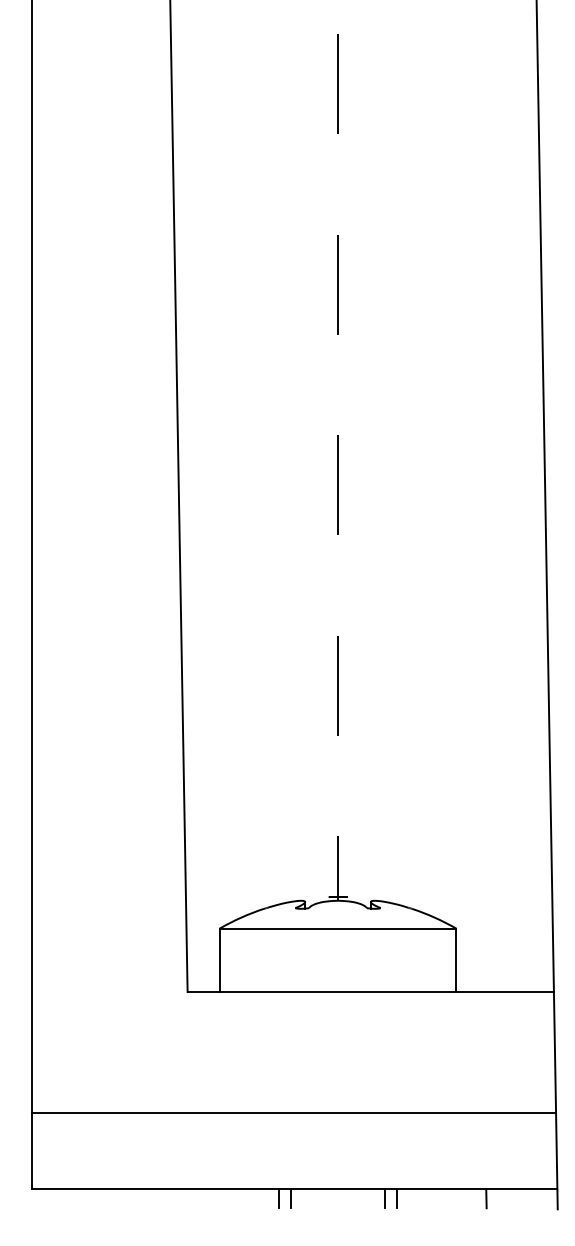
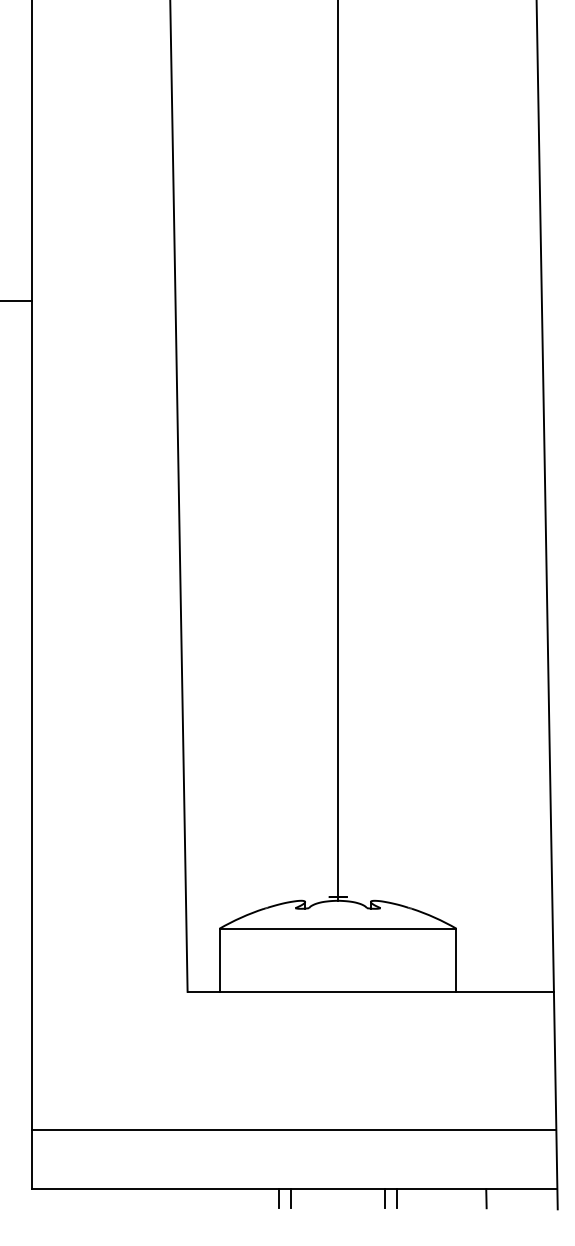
line at (17, 300): none -> present
line at (338, 450): dashed -> solid
line at (294, 1113) position: (294, 1113) -> (294, 1130)
